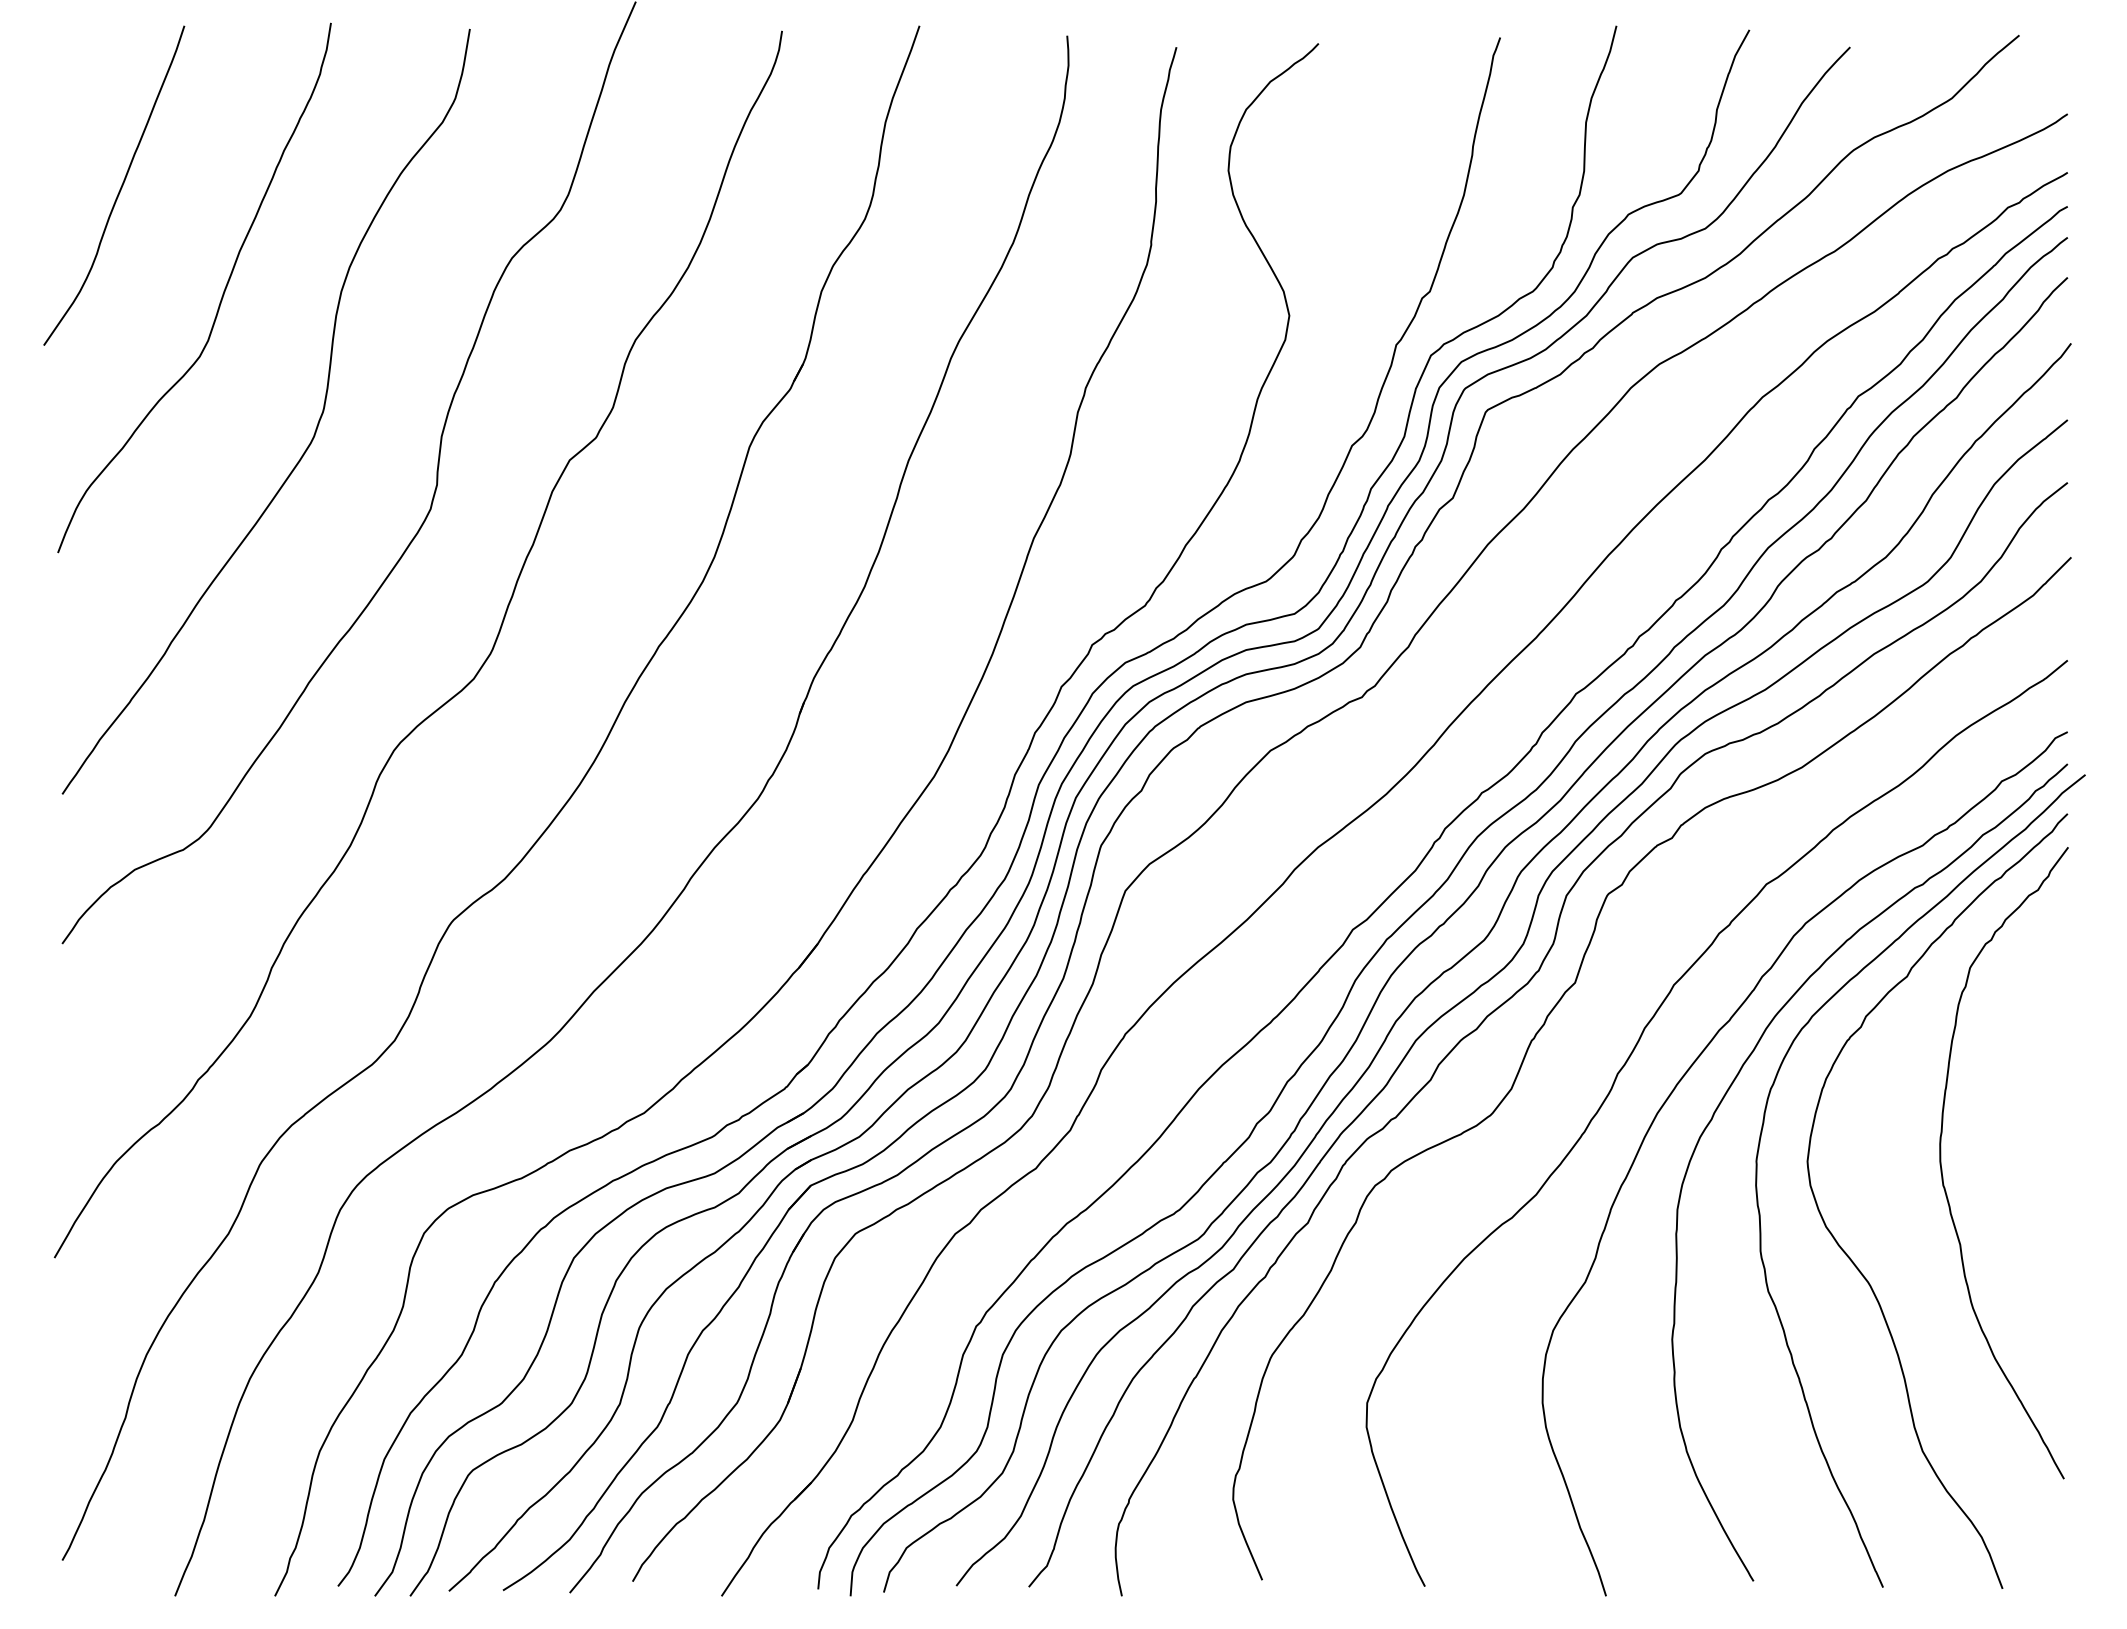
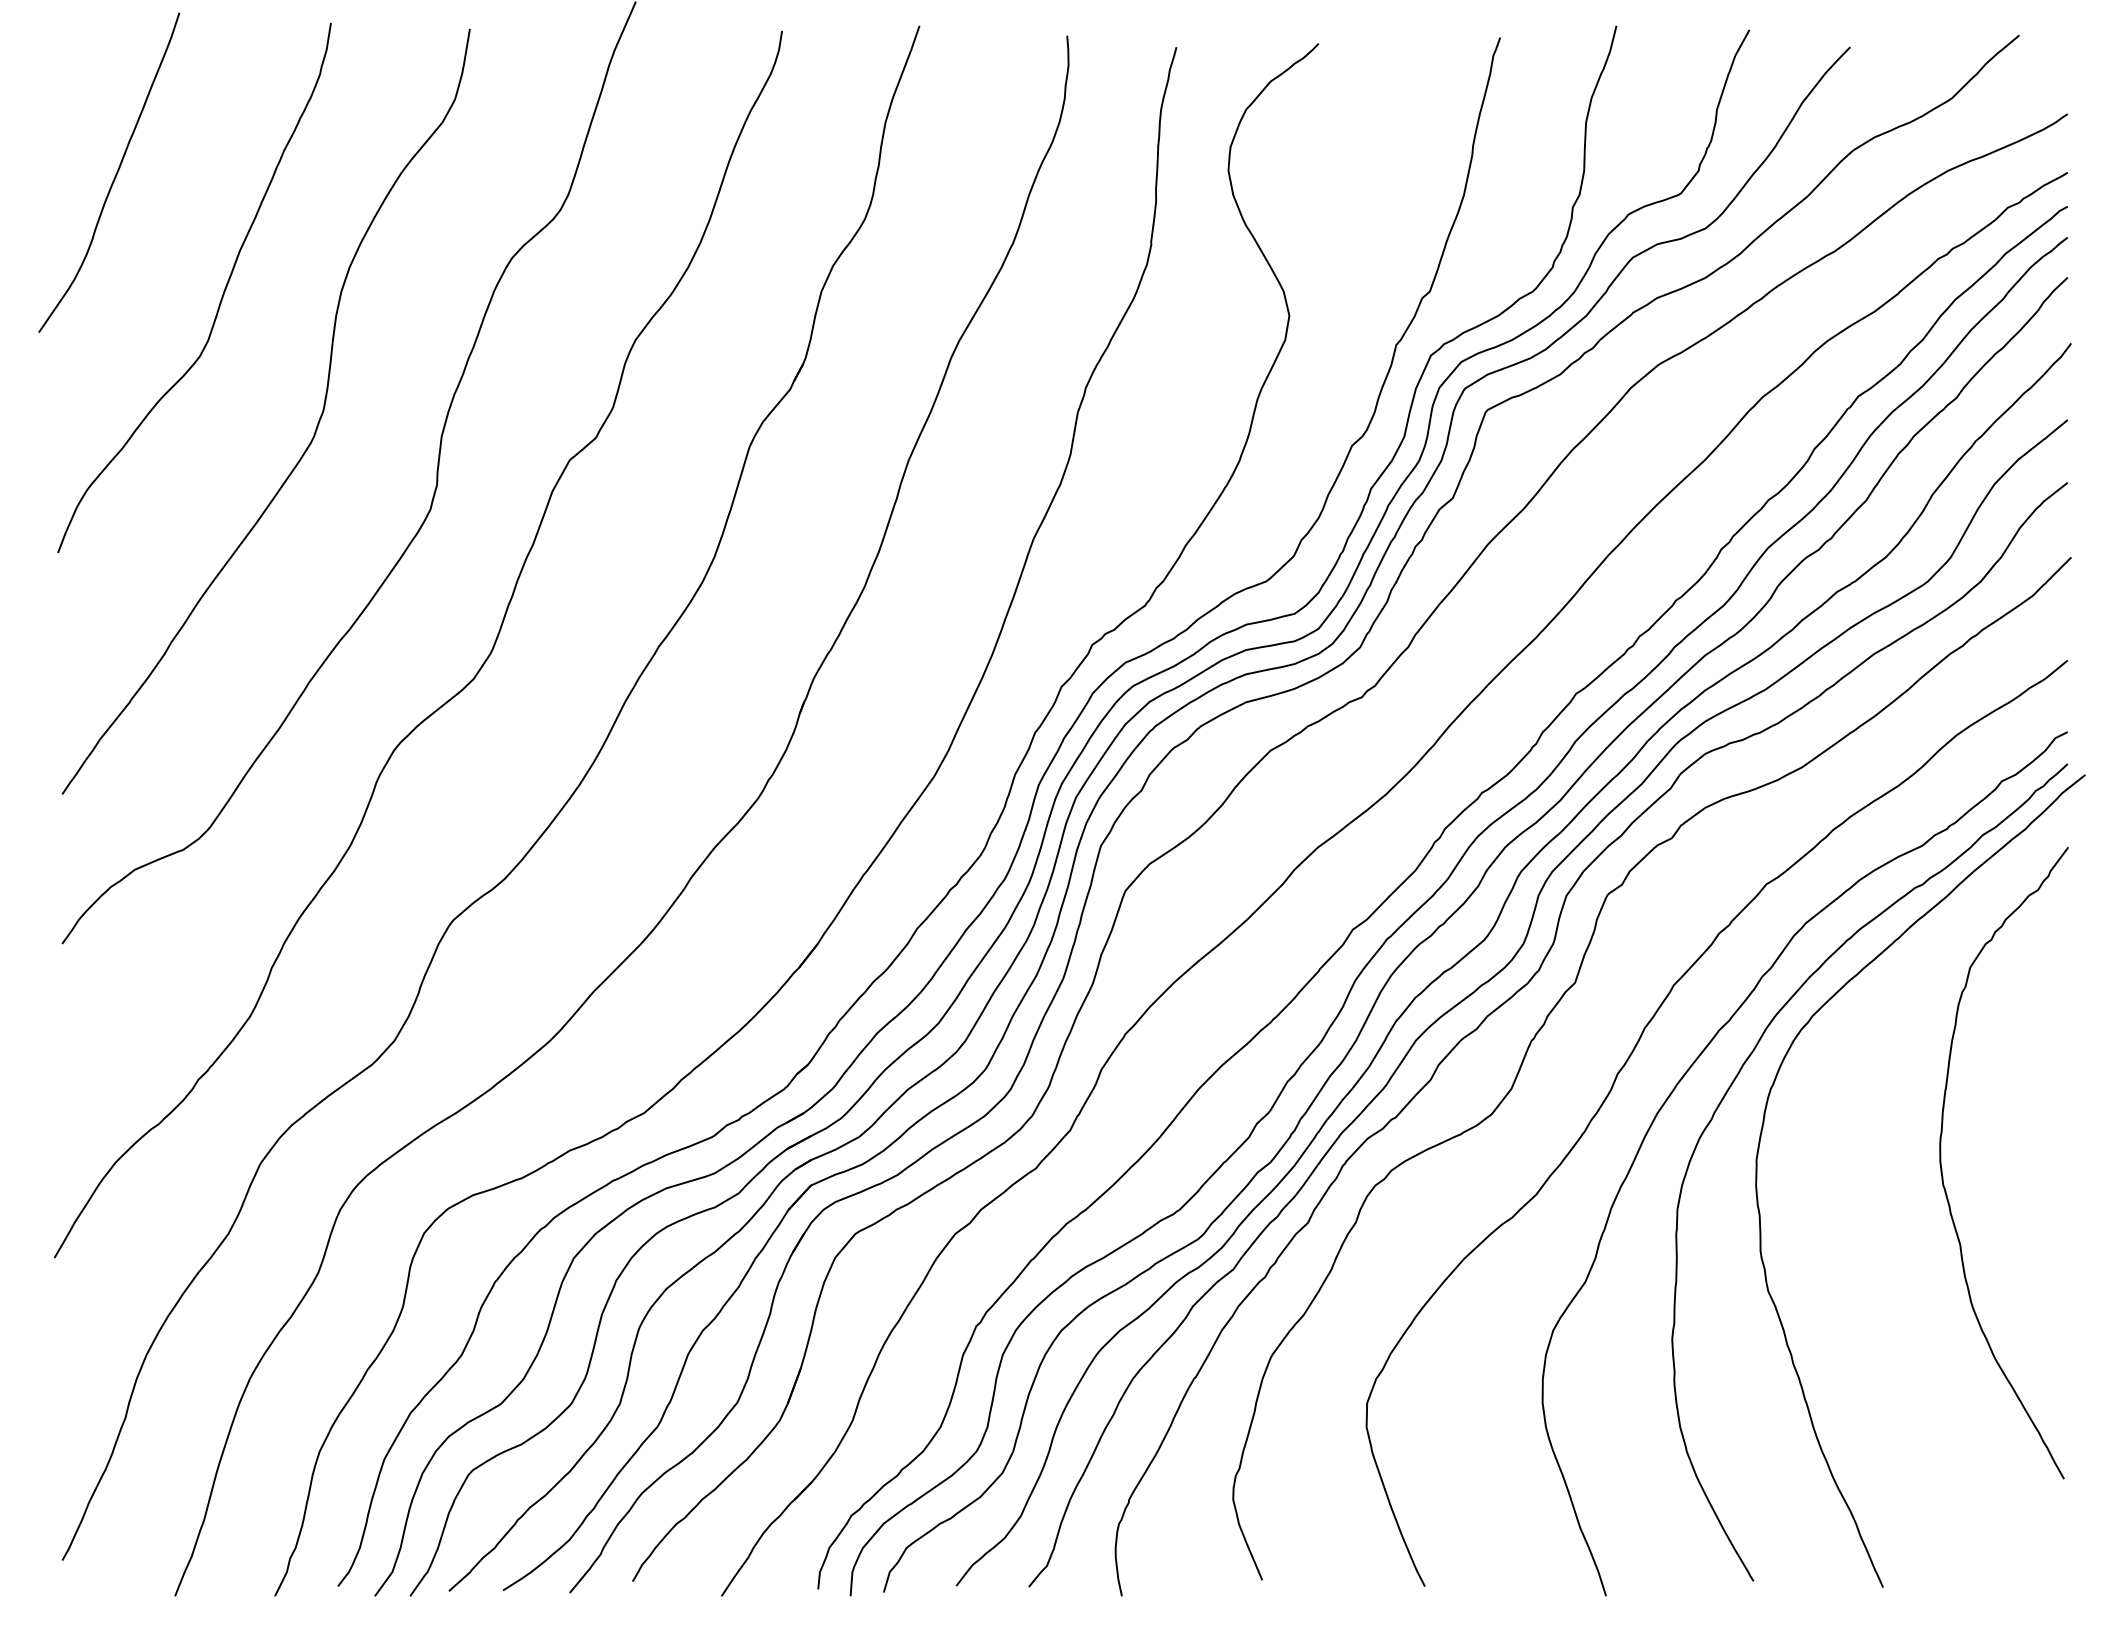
curve at (120, 187) position: (120, 187) -> (115, 174)
curve at (1854, 1262): present -> none
